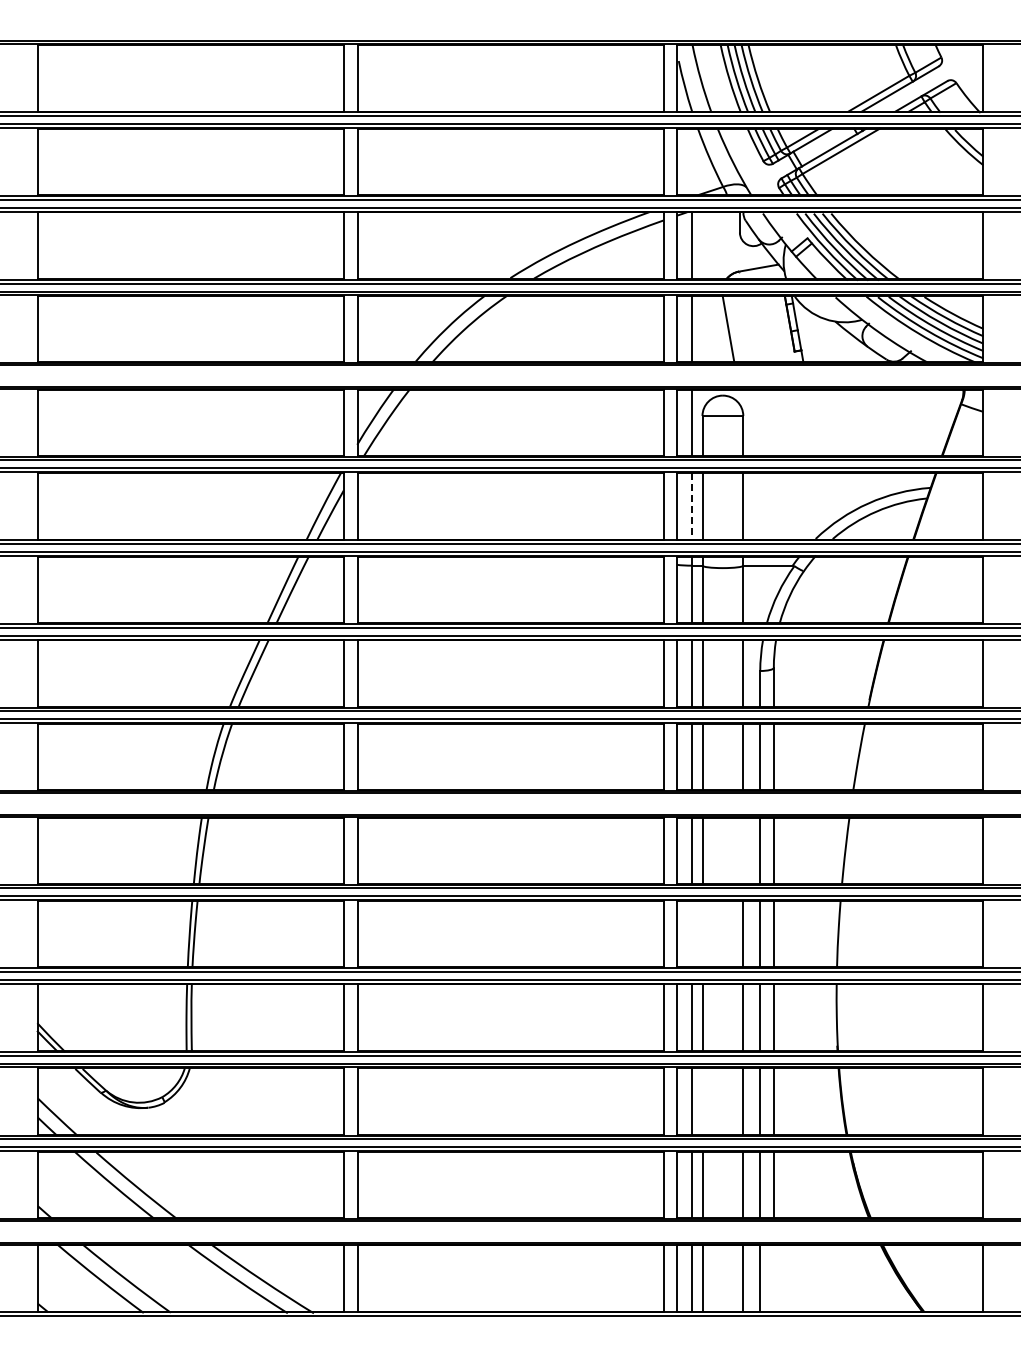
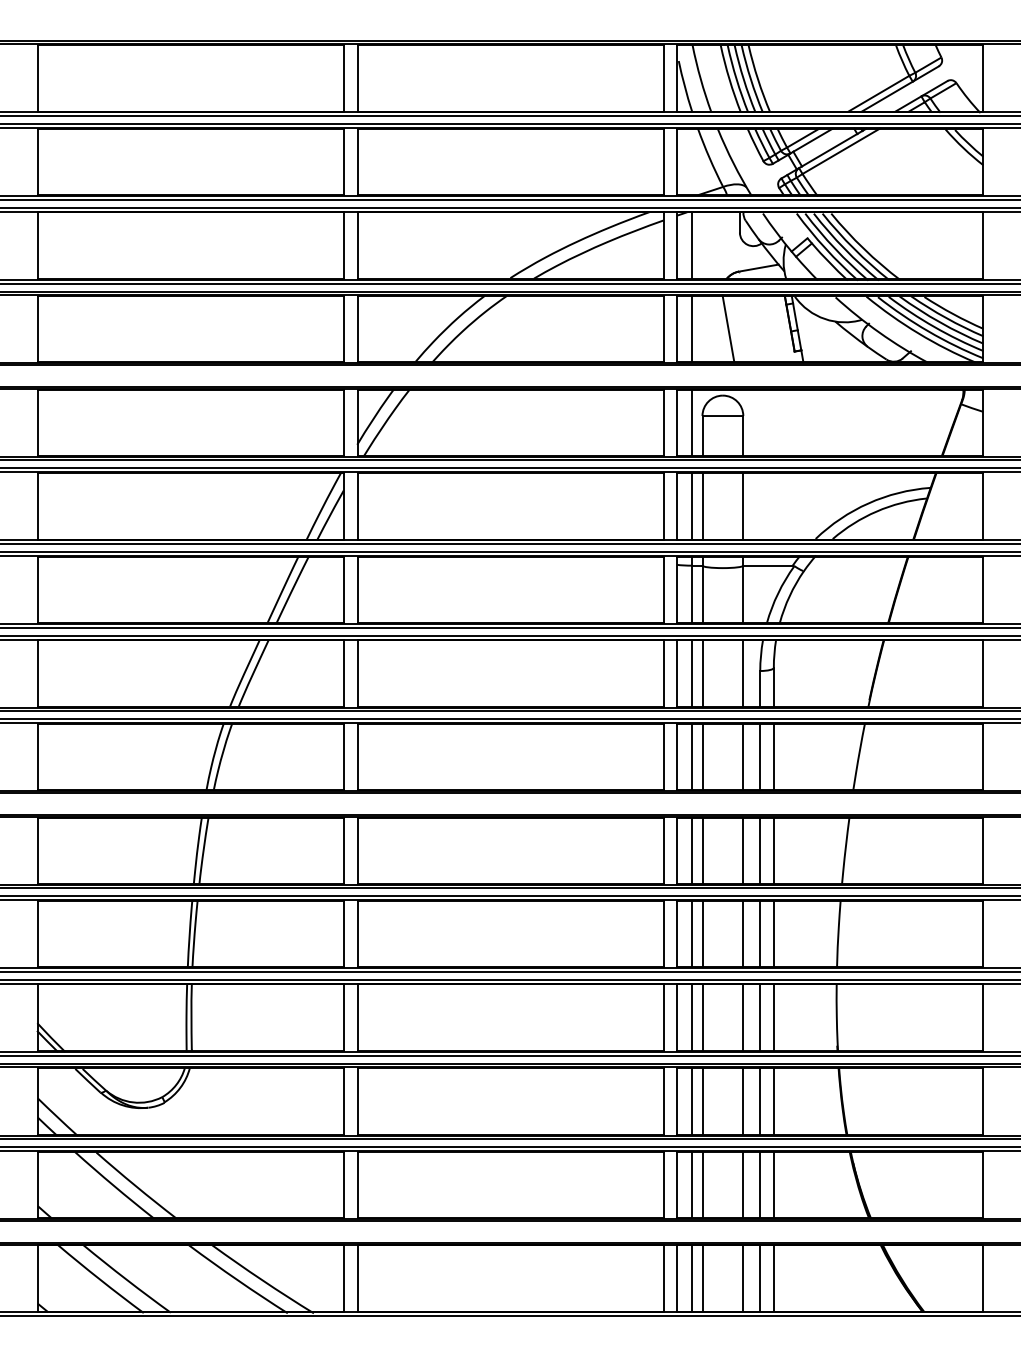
line at (692, 506): dashed -> solid
line at (743, 850): none -> present
line at (692, 933): none -> present
line at (702, 933): none -> present
line at (702, 1101): none -> present
line at (773, 1278): none -> present
